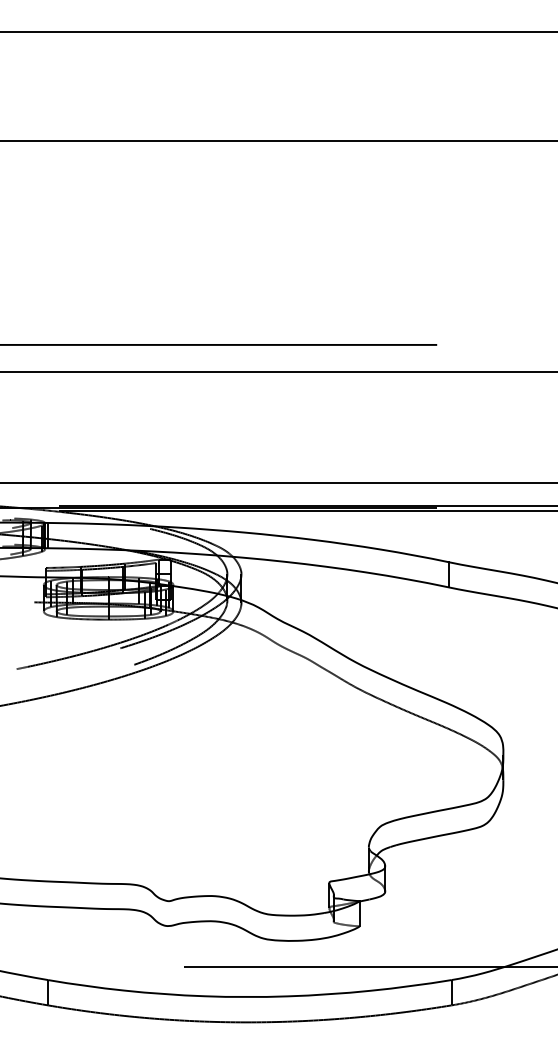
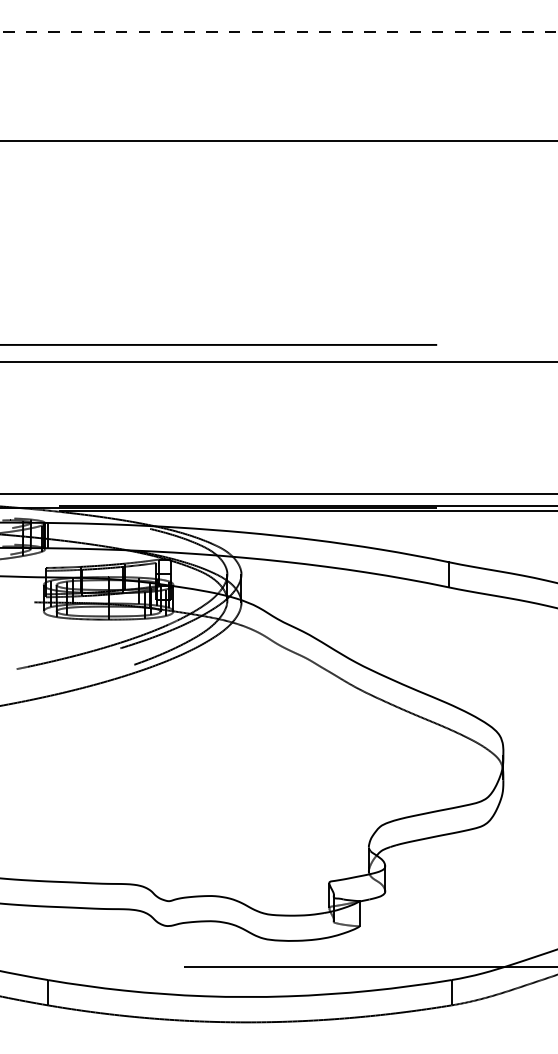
line at (277, 31): solid -> dashed
line at (278, 371) position: (278, 371) -> (278, 361)
line at (278, 482) position: (278, 482) -> (278, 493)
